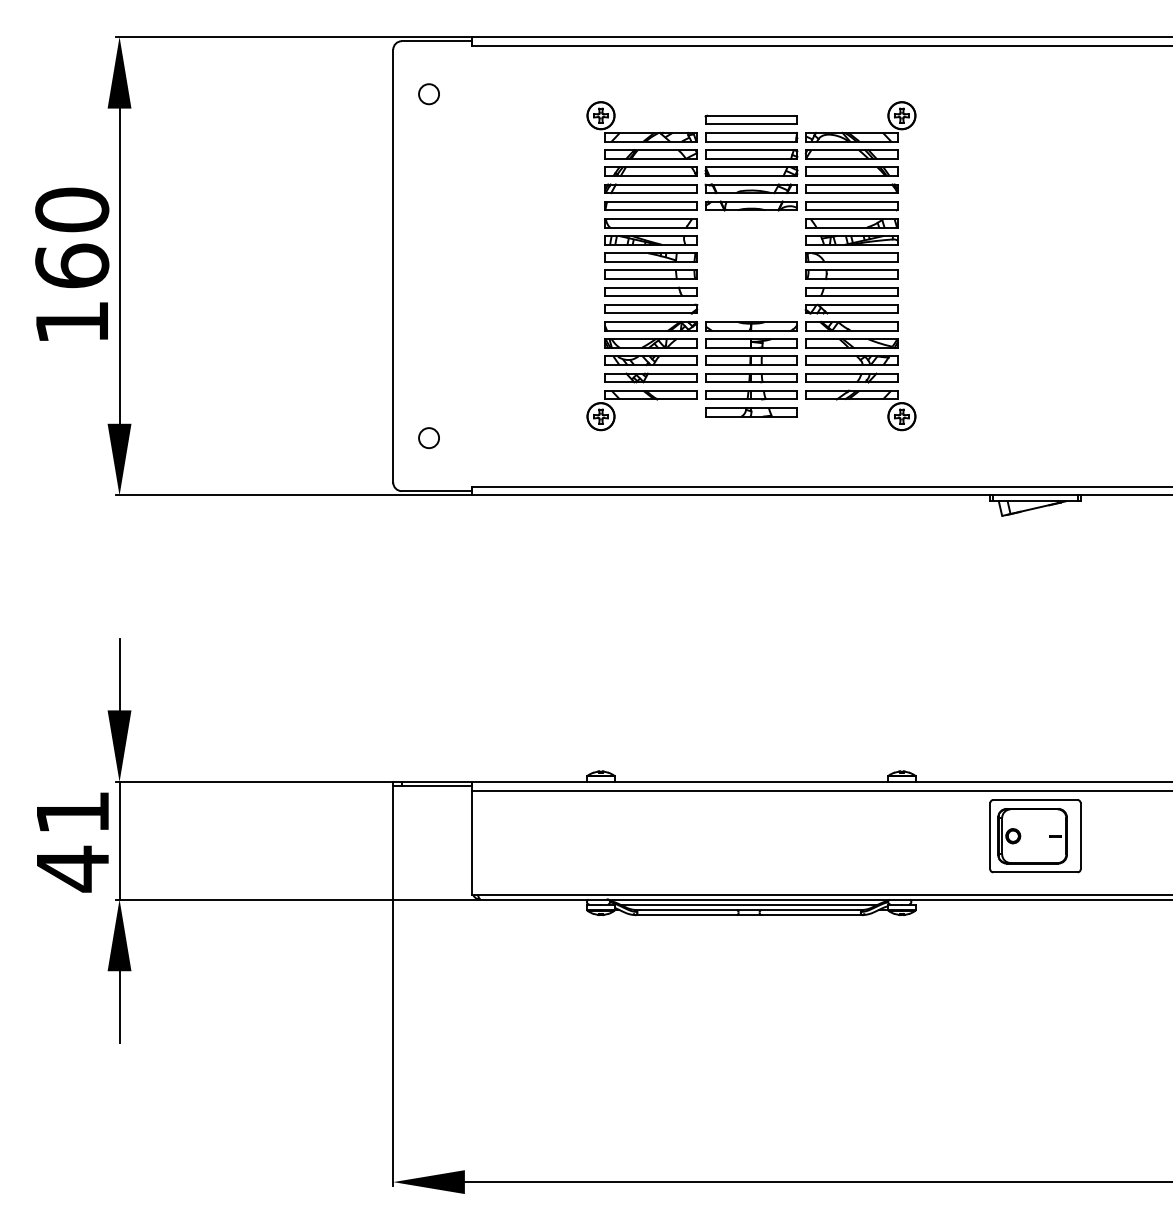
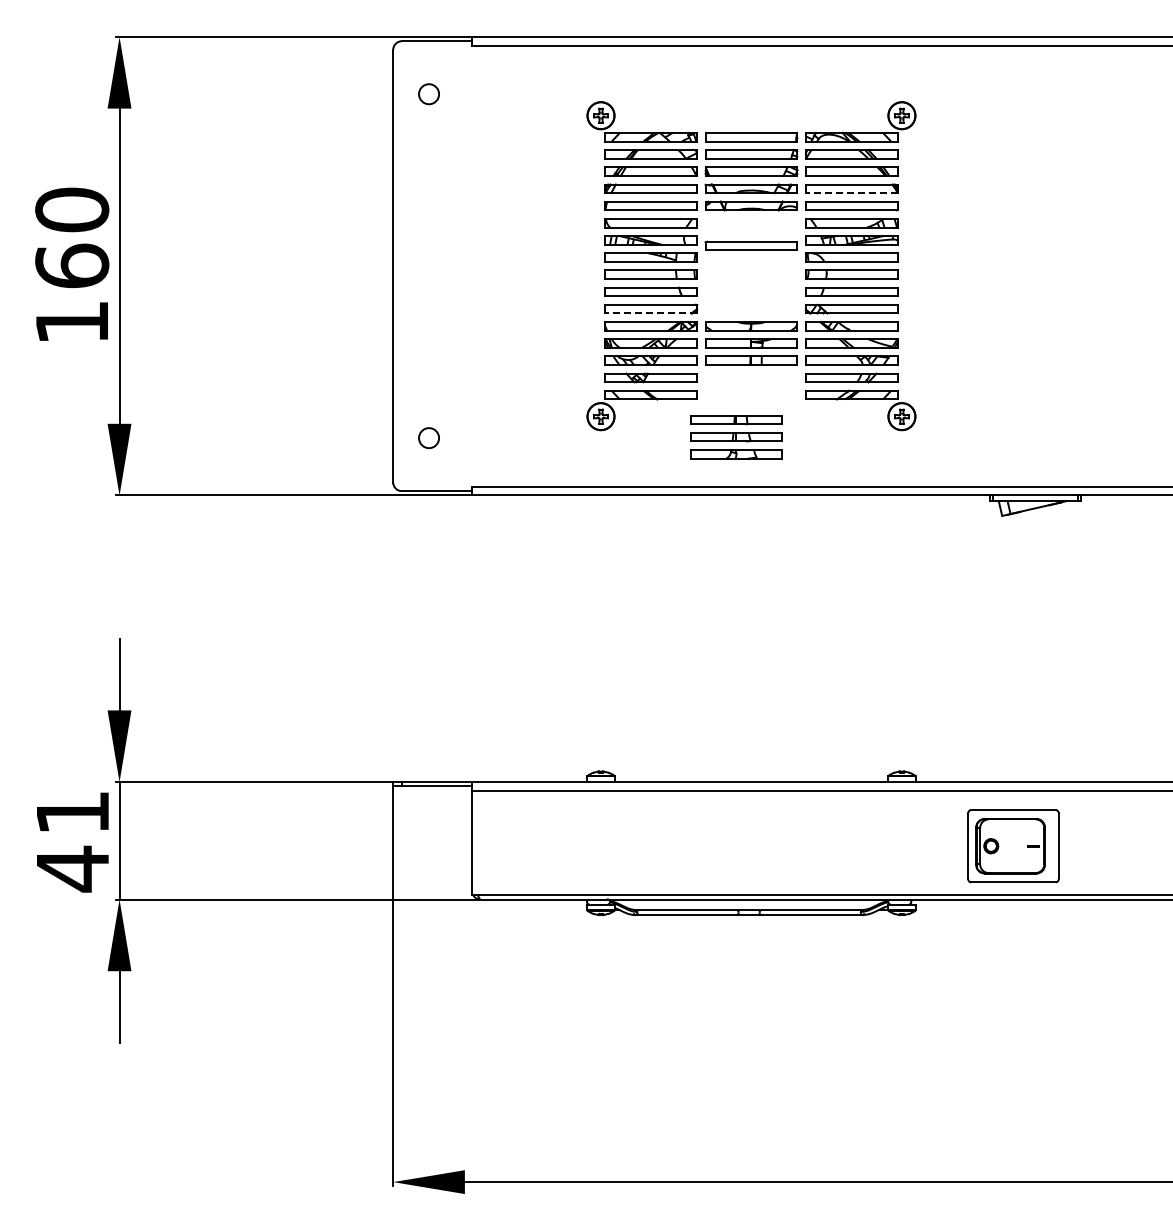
part at (750, 119) position: (750, 119) -> (750, 245)
line at (851, 193): solid -> dashed
line at (651, 313): solid -> dashed
part at (751, 395) position: (751, 395) -> (736, 437)
part at (1035, 836) position: (1035, 836) -> (1013, 846)
line at (749, 904): present -> none
